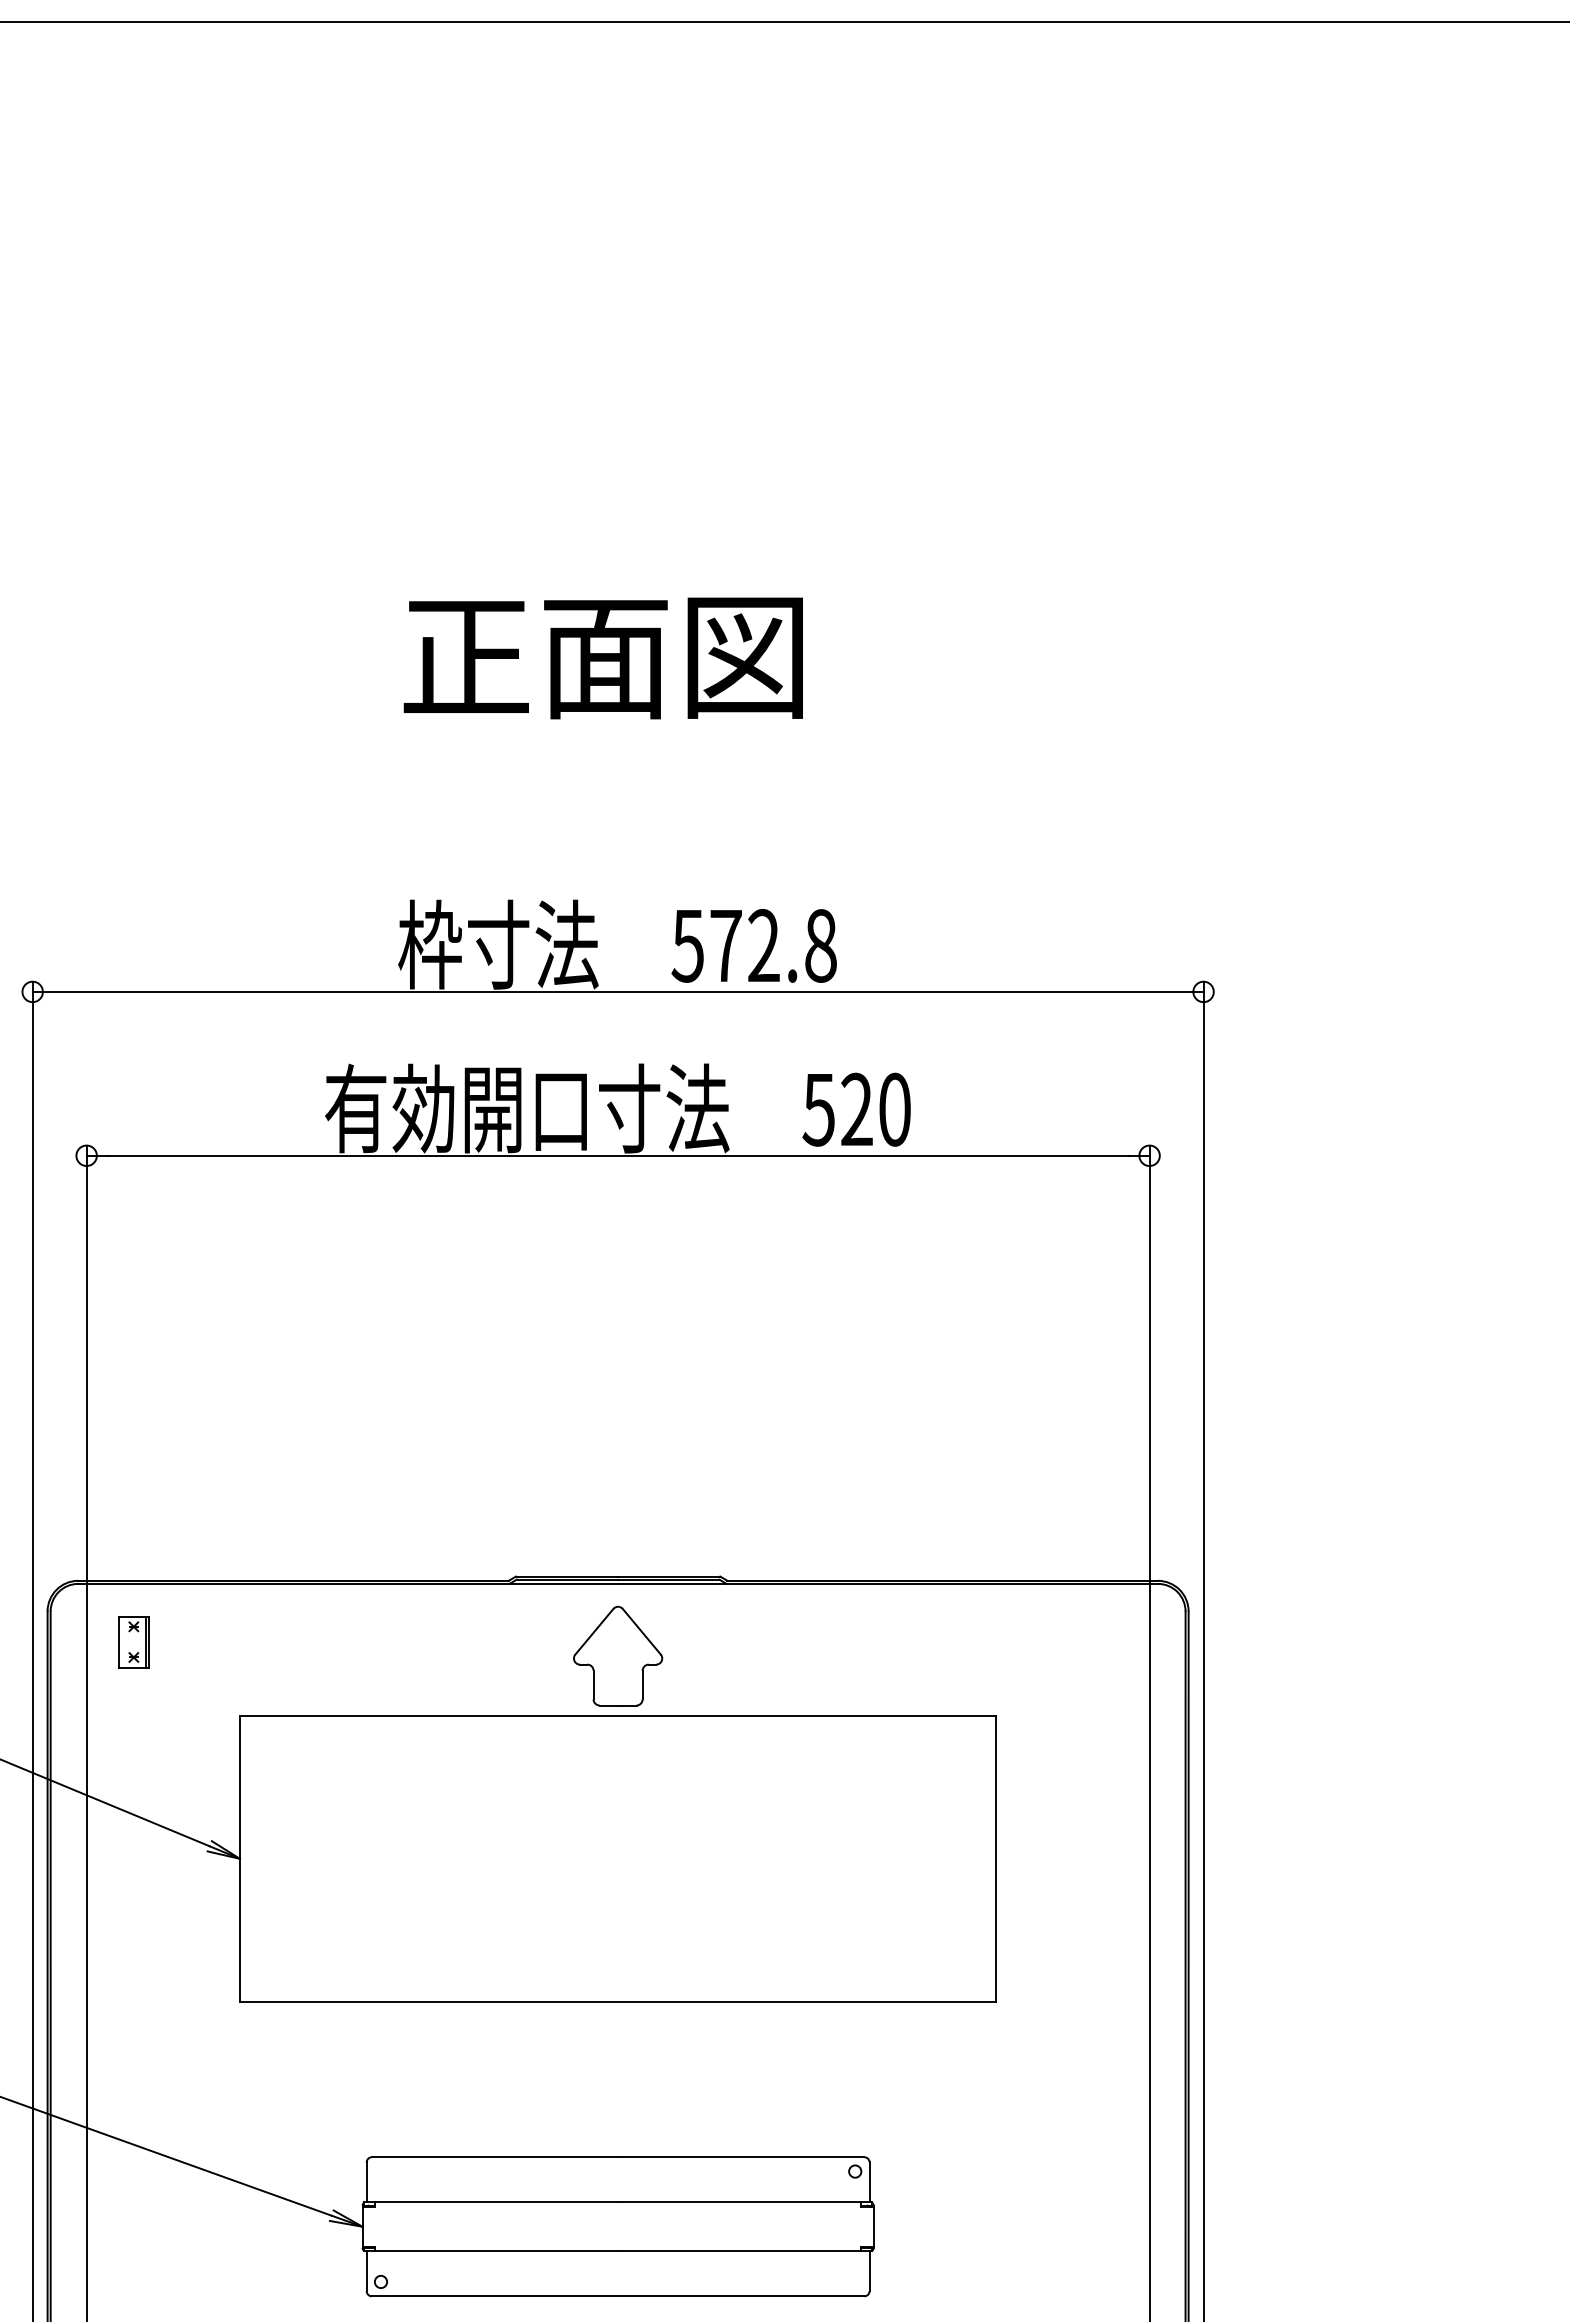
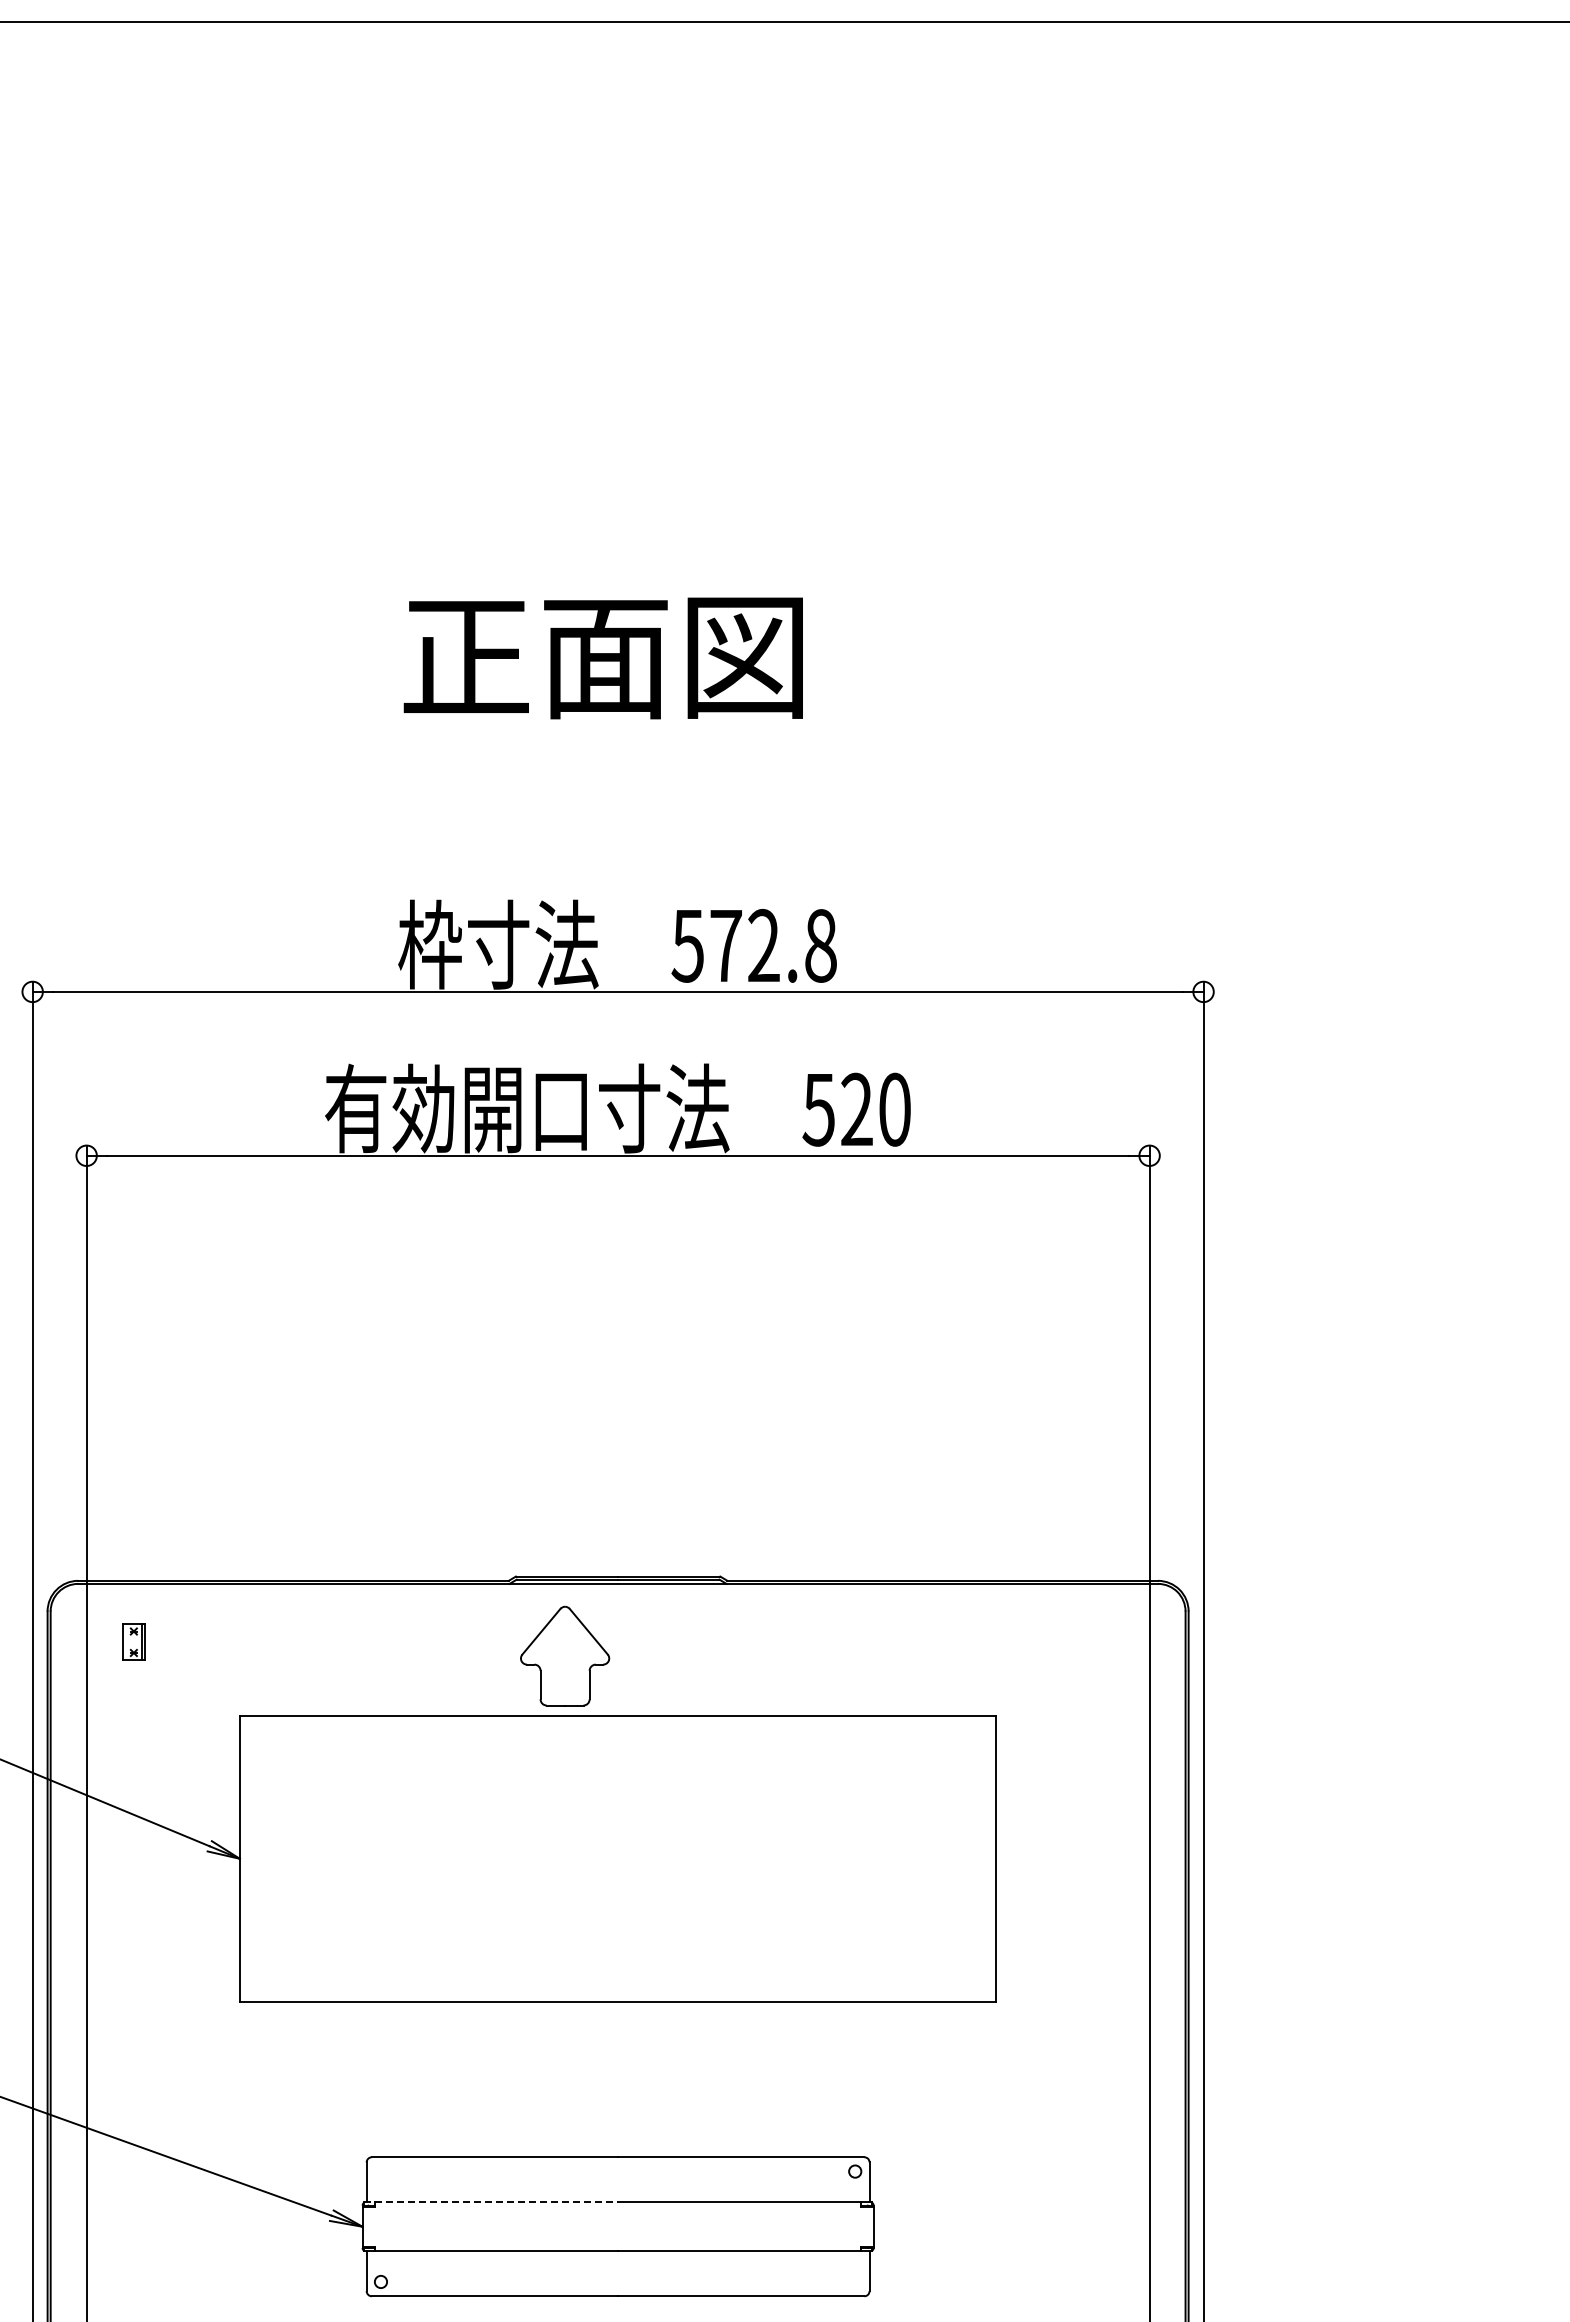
part at (133, 1642) size: 32x53 px -> 24x38 px
part at (618, 1655) position: (618, 1655) -> (565, 1655)
line at (491, 2202): solid -> dashed
